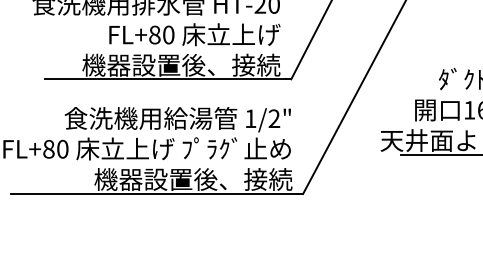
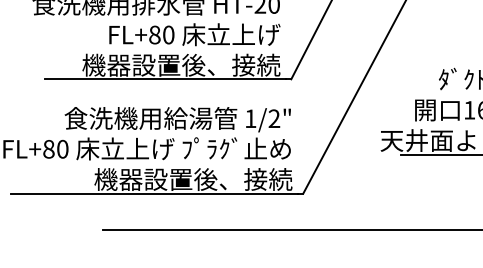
line at (290, 230): none -> present
